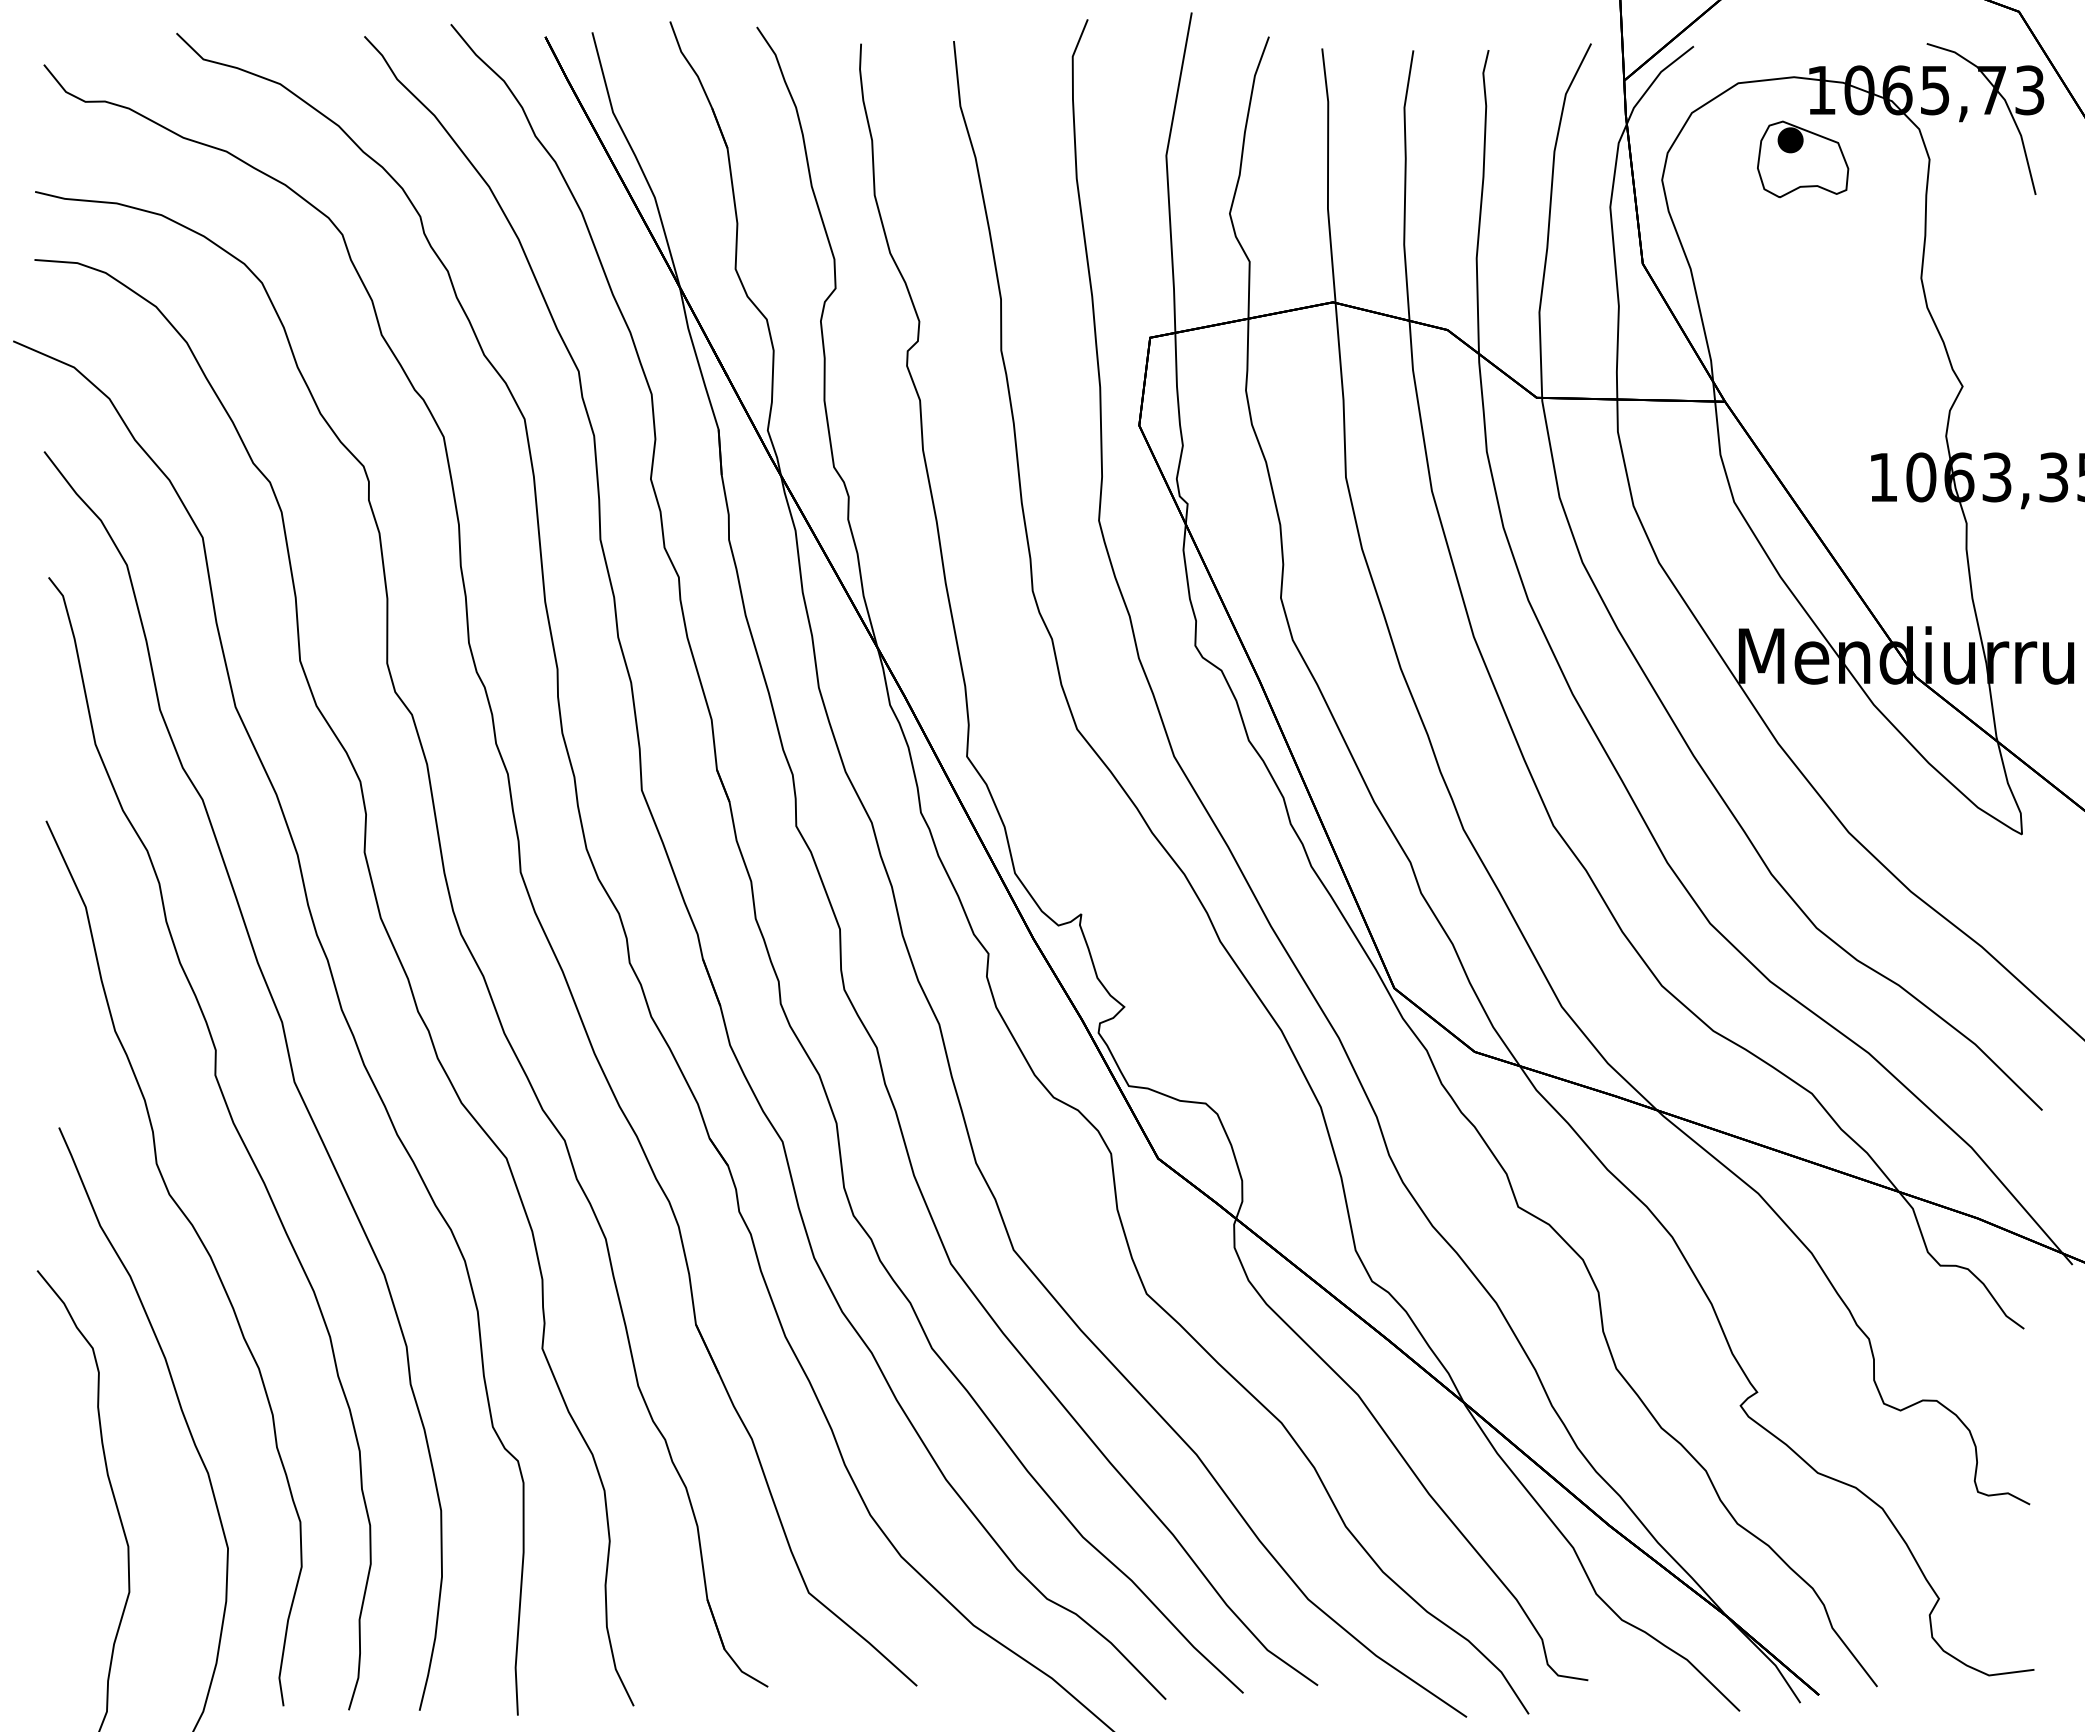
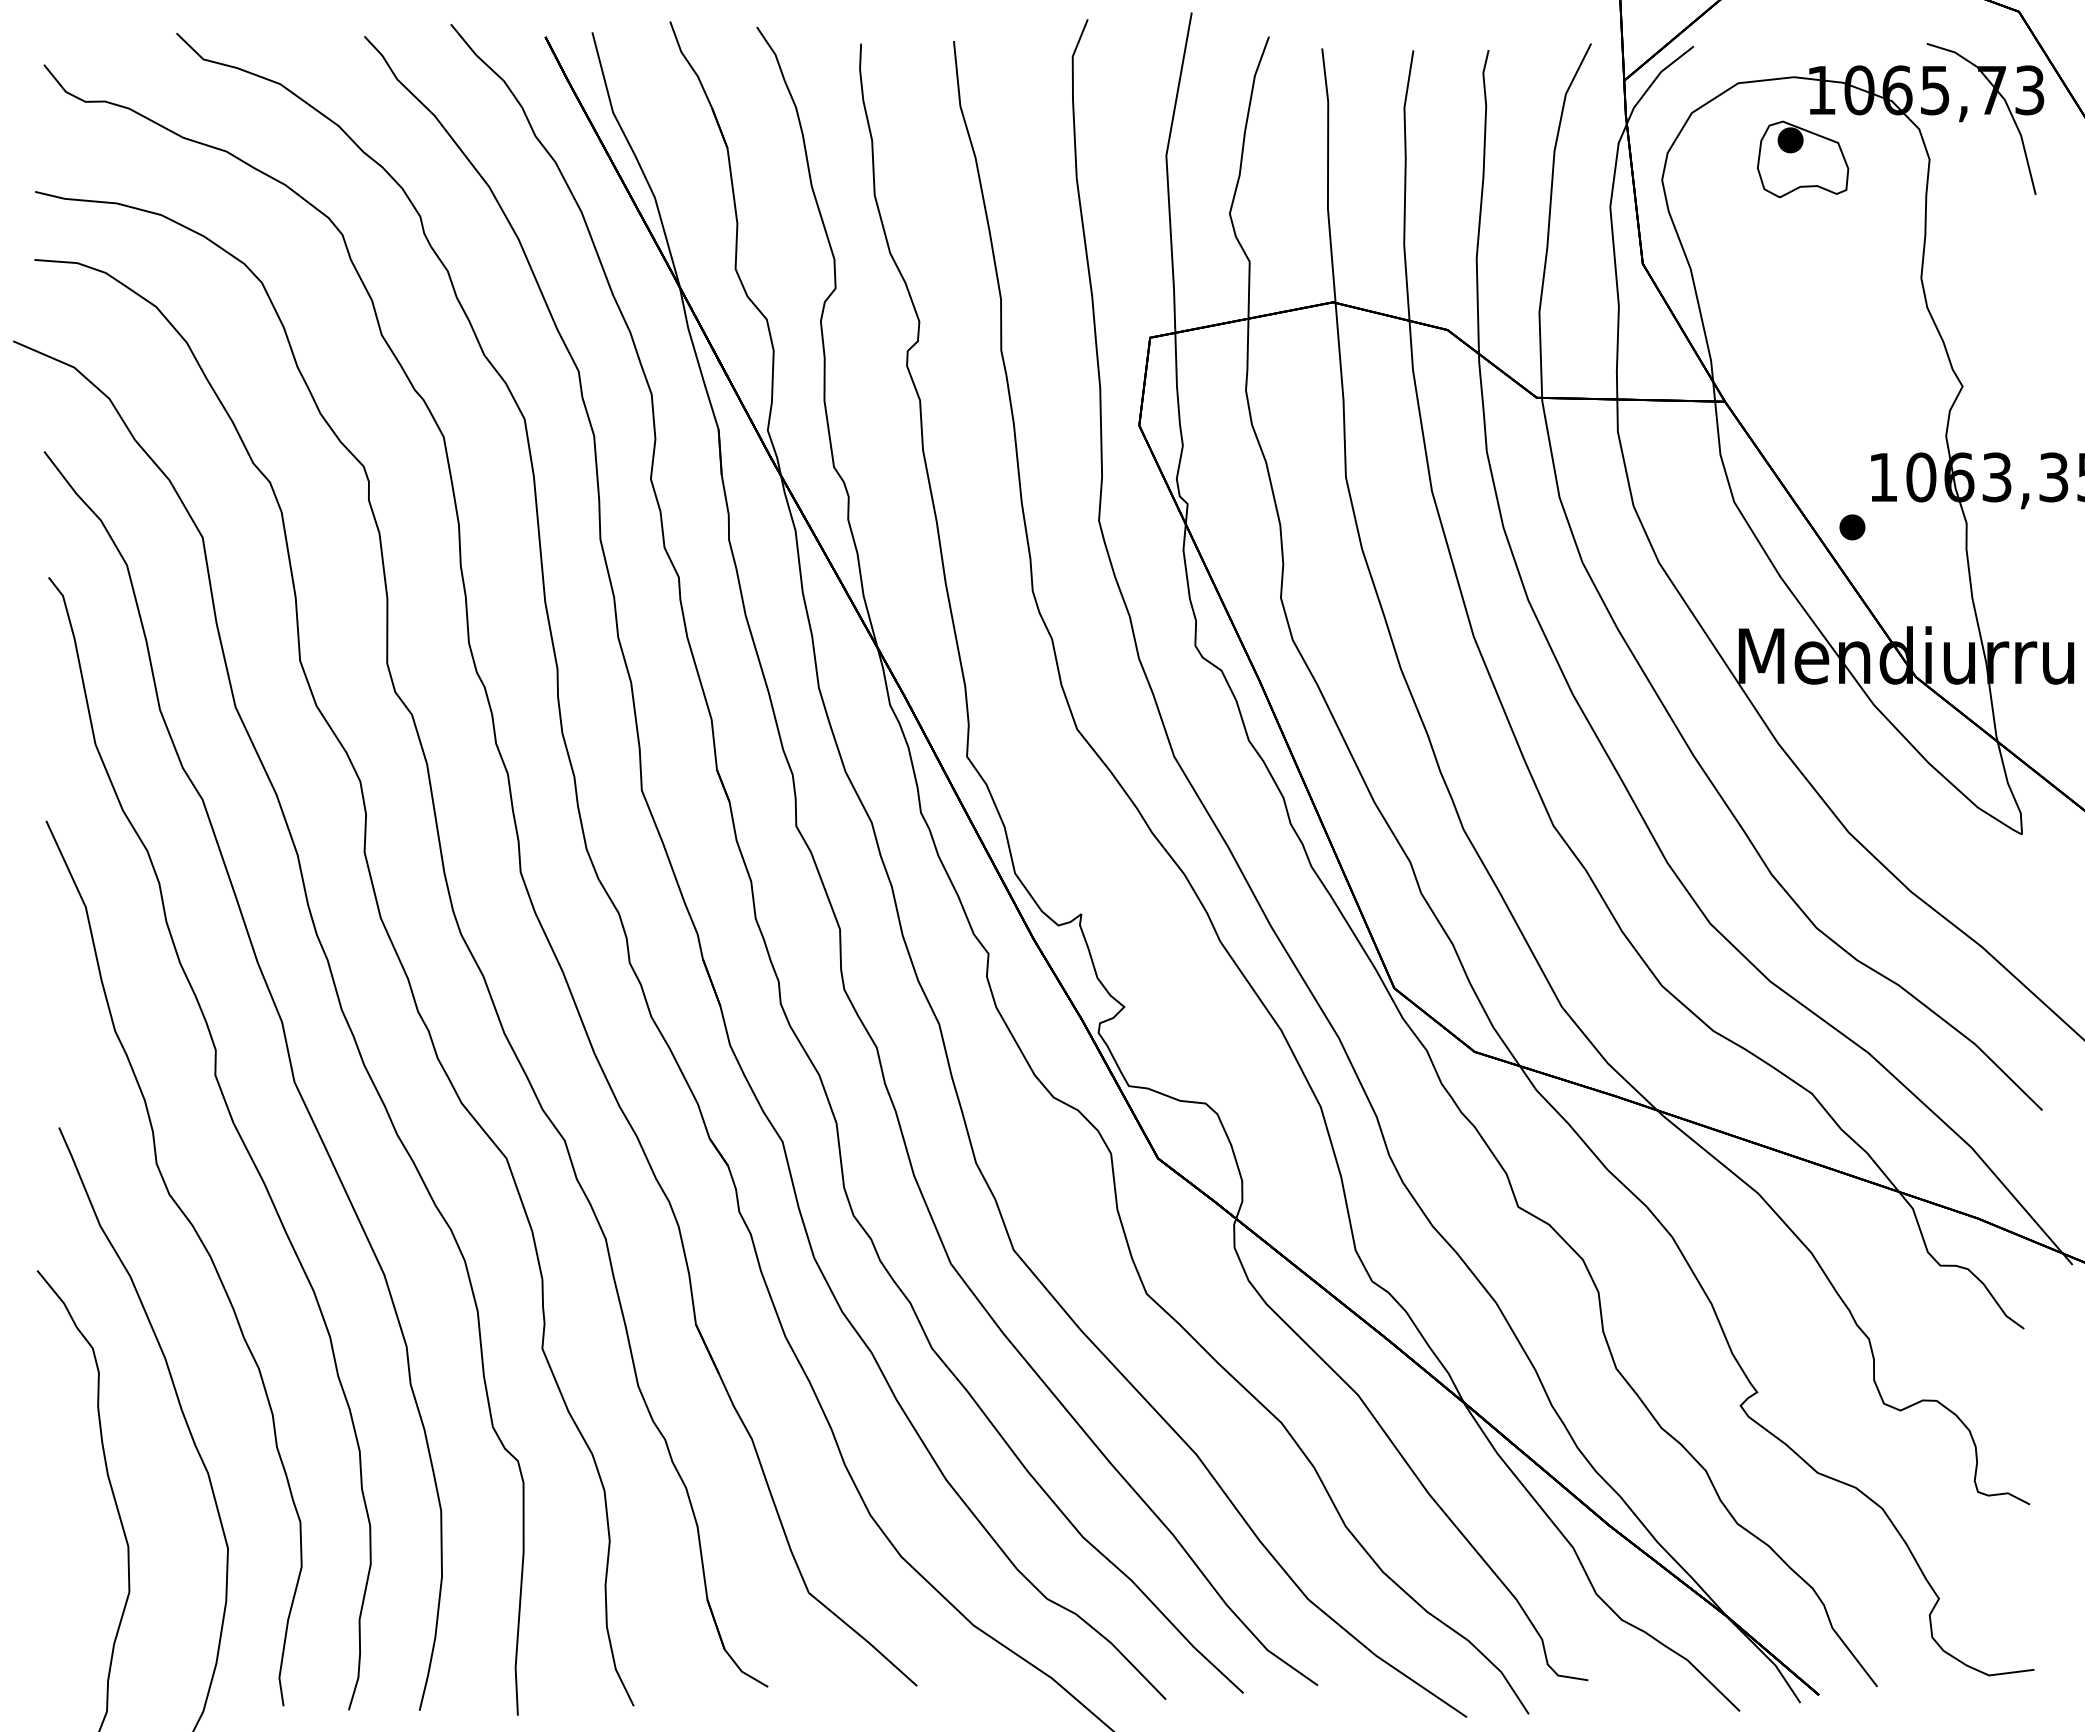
part at (1852, 527): none -> present
